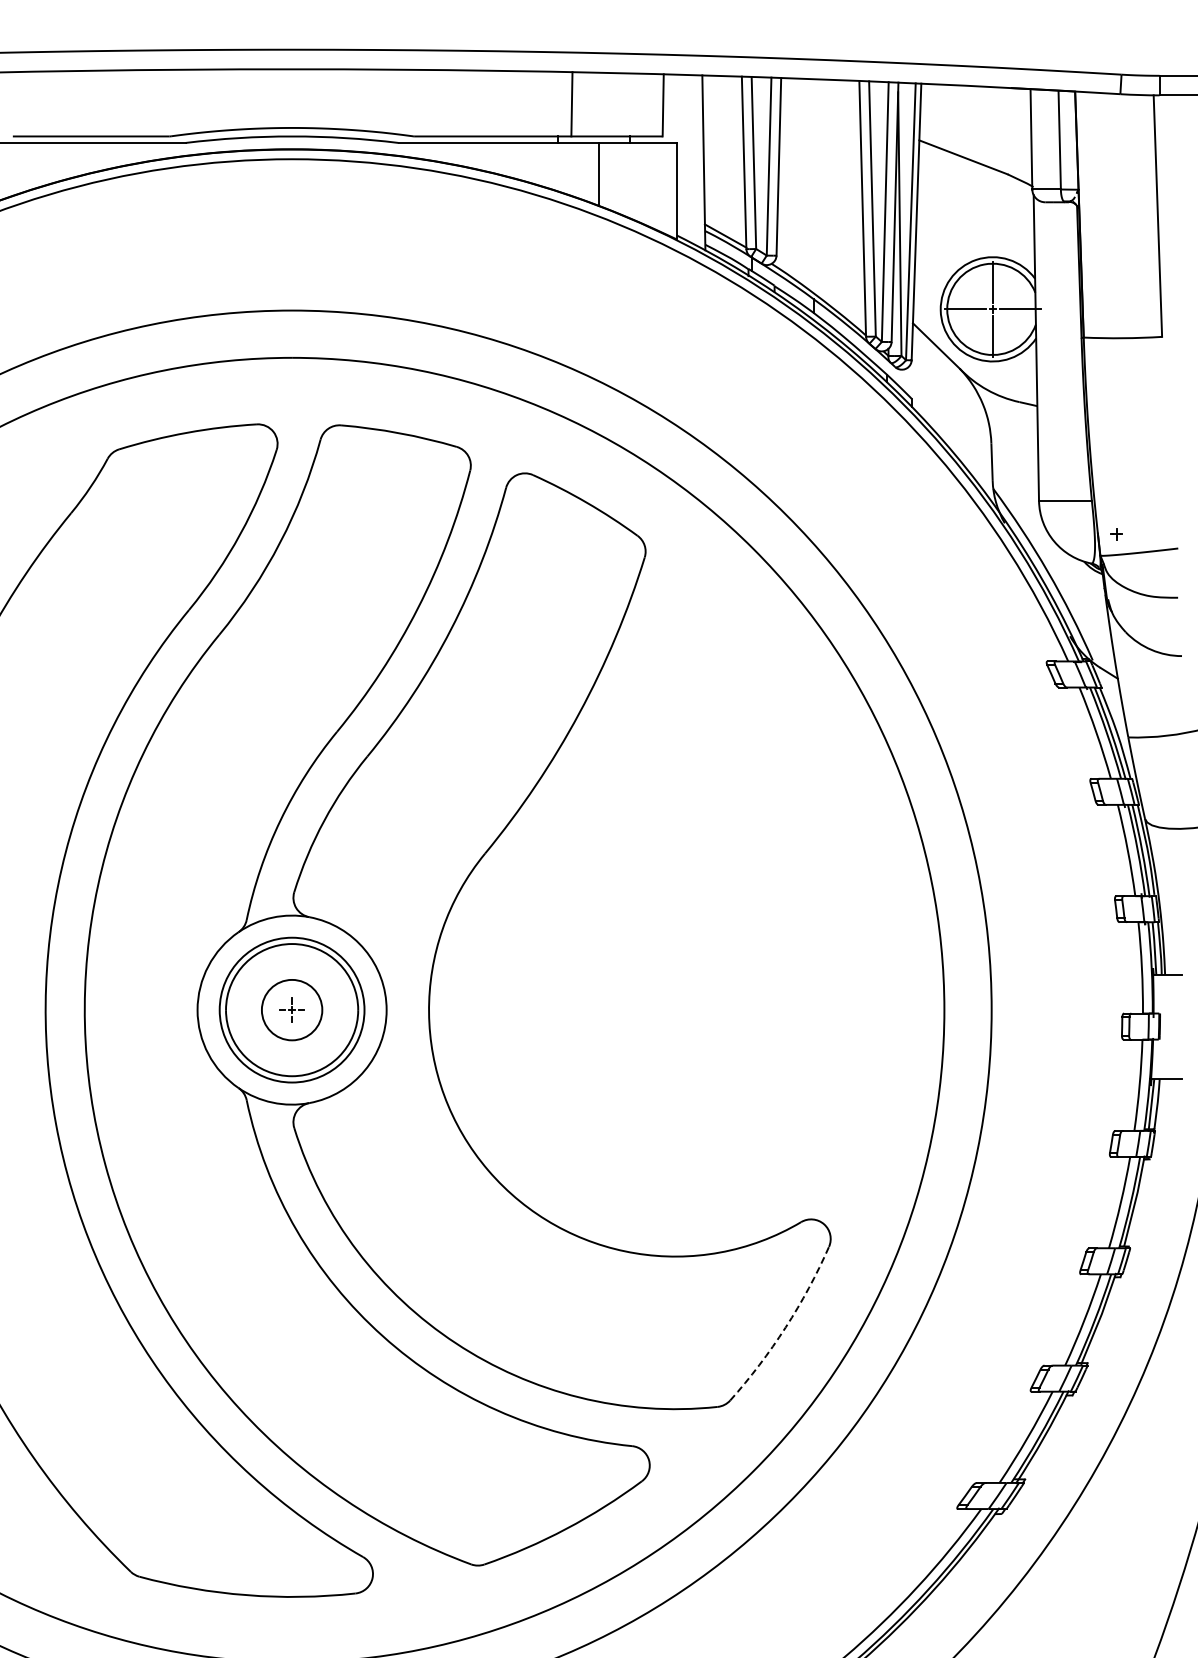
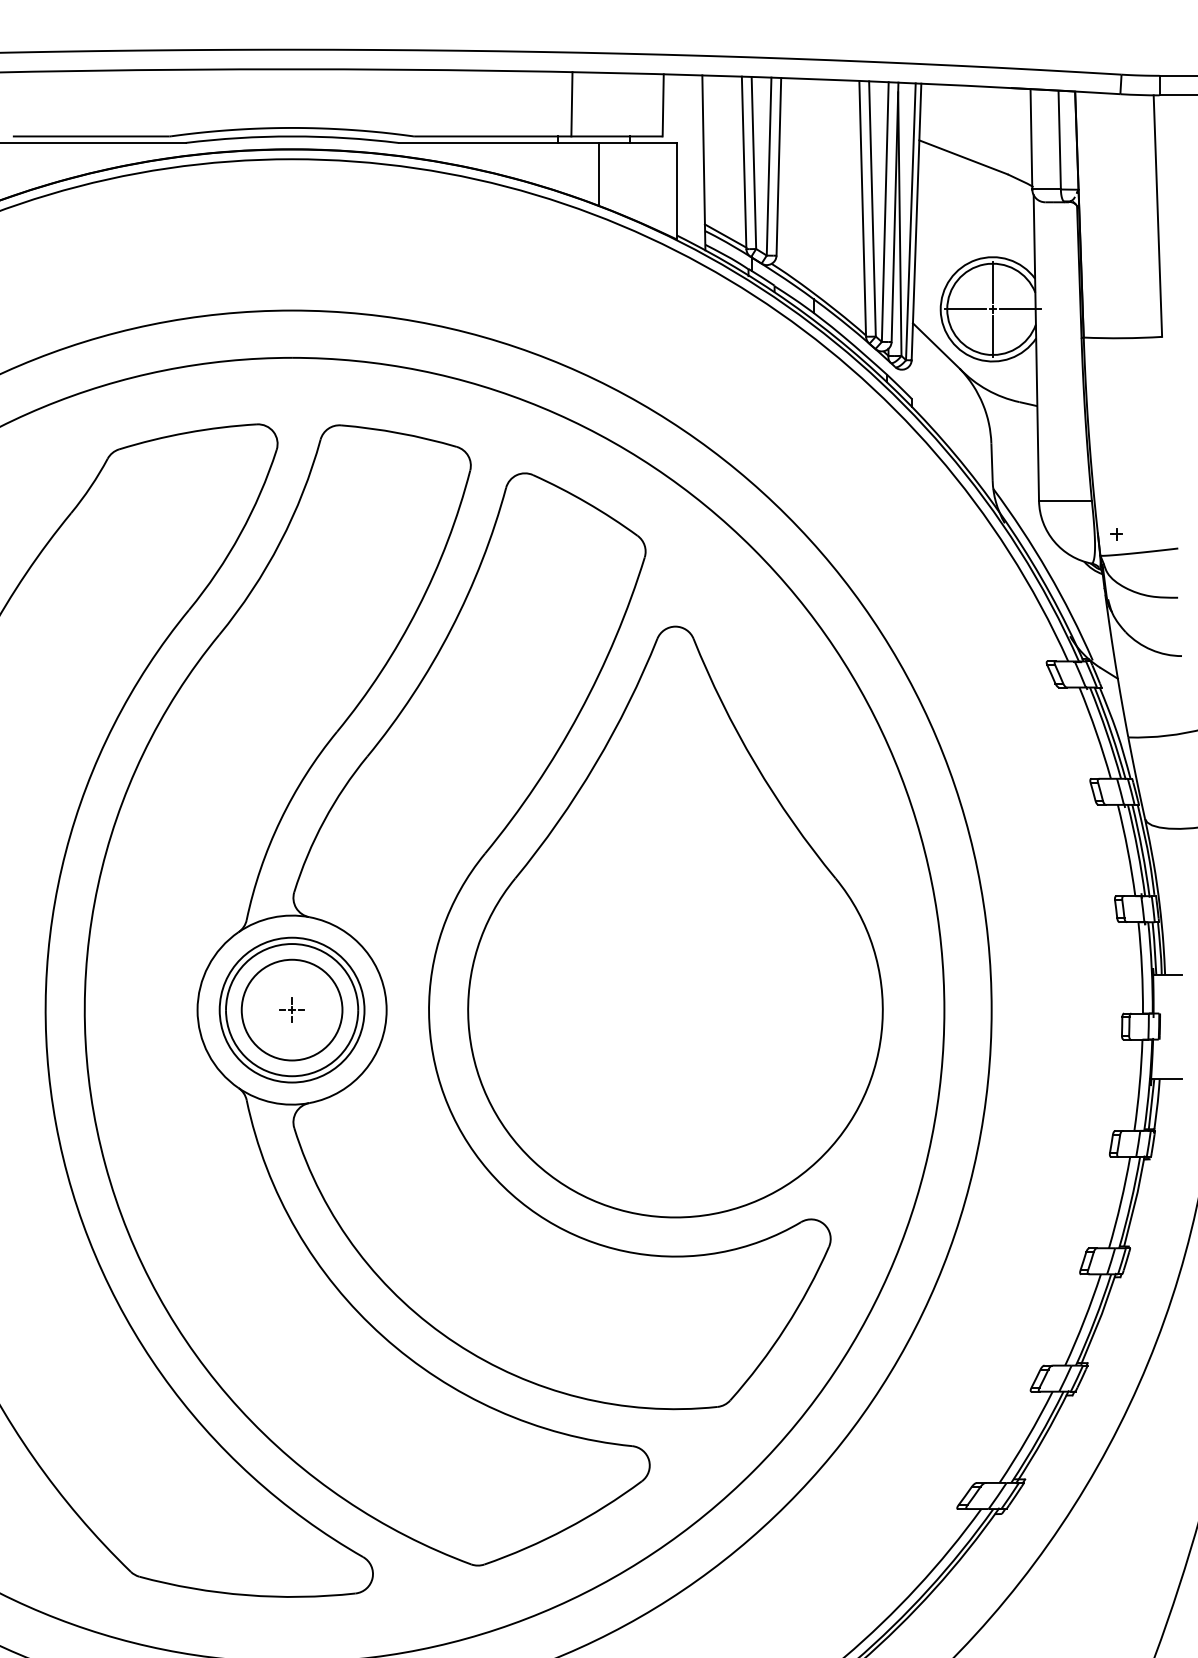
part at (675, 921): none -> present
circle at (291, 1009) diameter: 60 px -> 101 px
arc at (785, 1327): dashed -> solid
